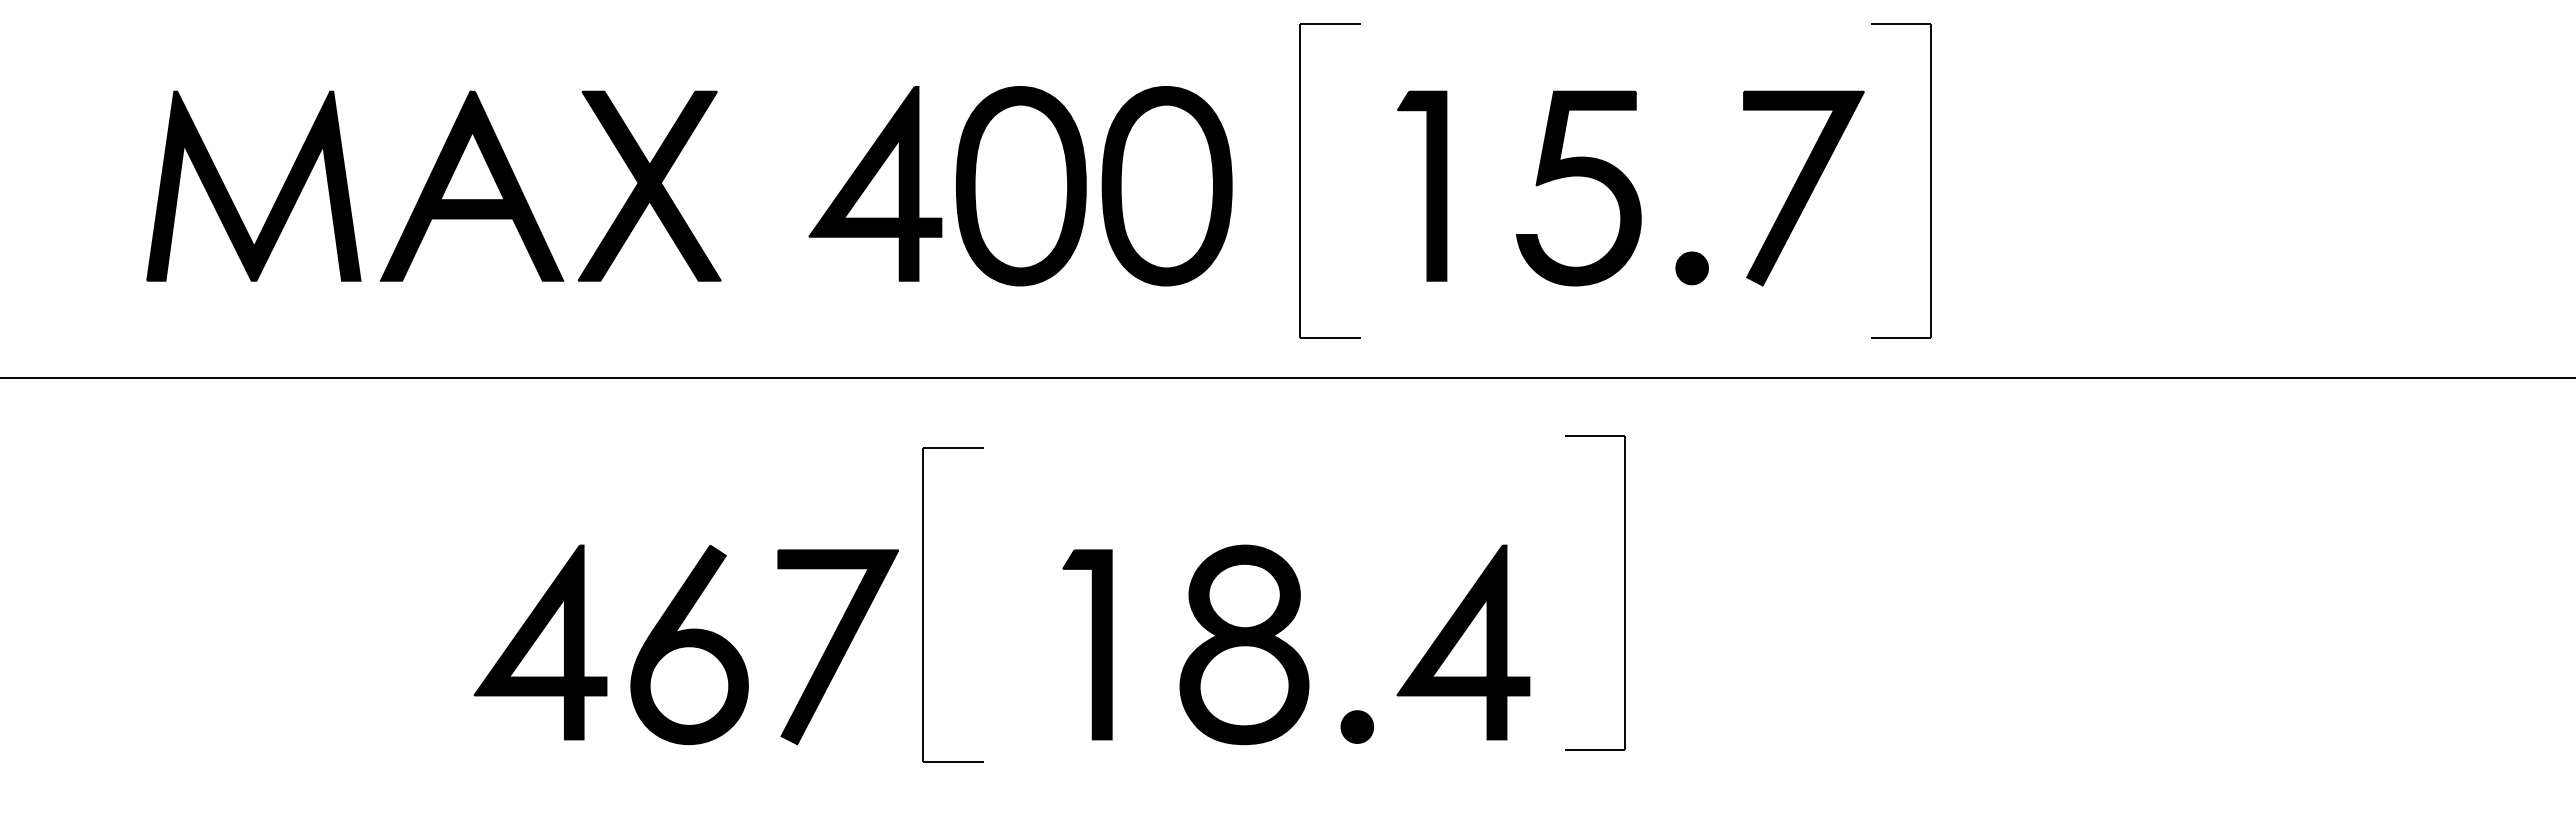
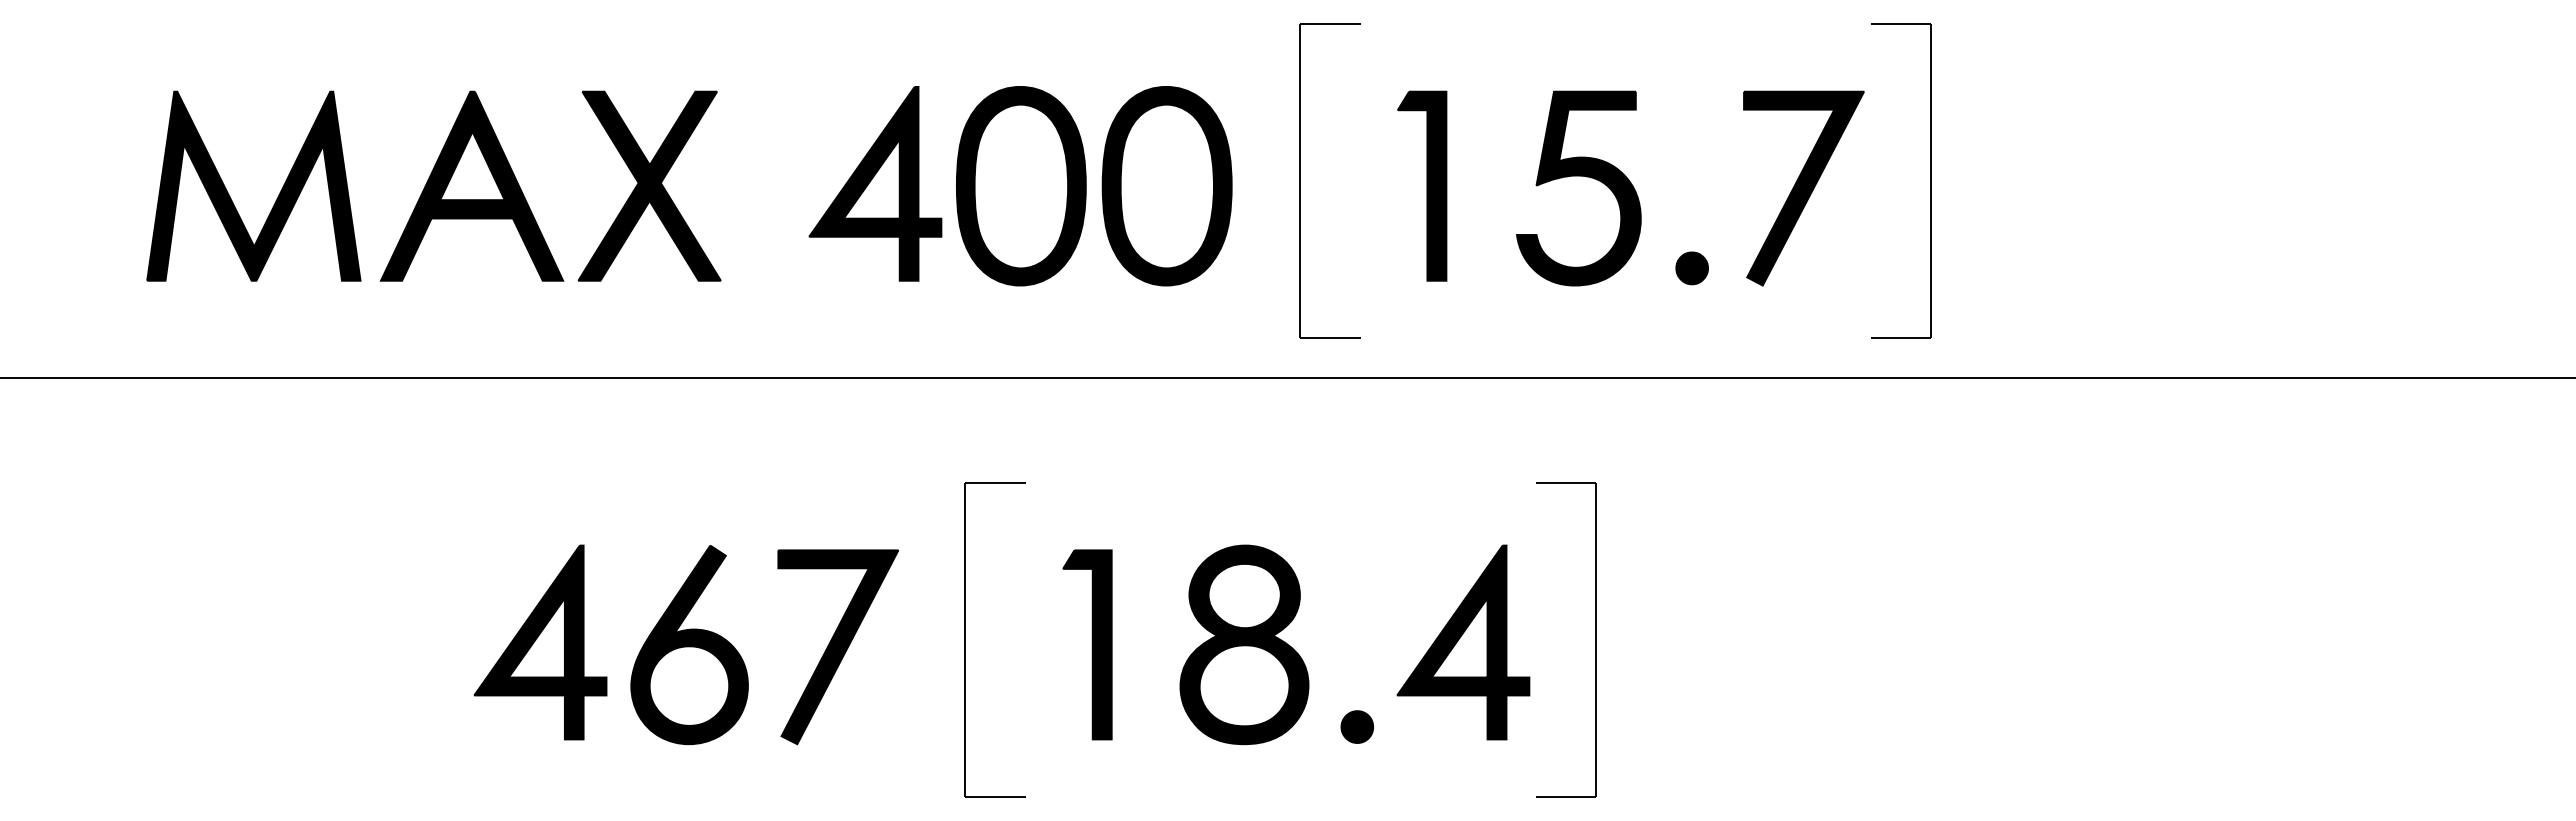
part at (1624, 592) position: (1624, 592) -> (1595, 639)
part at (923, 604) position: (923, 604) -> (965, 639)
